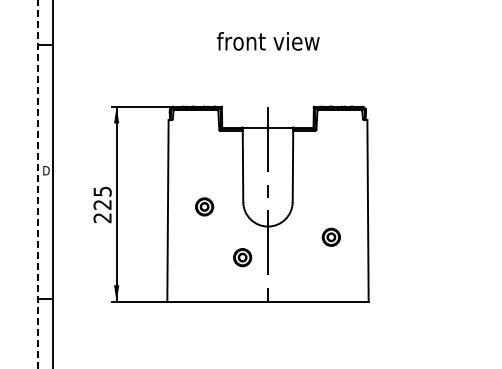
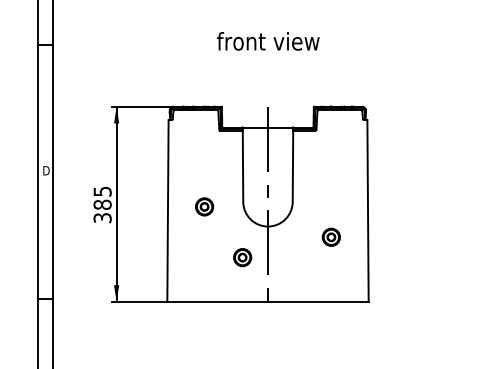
line at (37, 185): dashed -> solid
text at (102, 210): 225 -> 385
